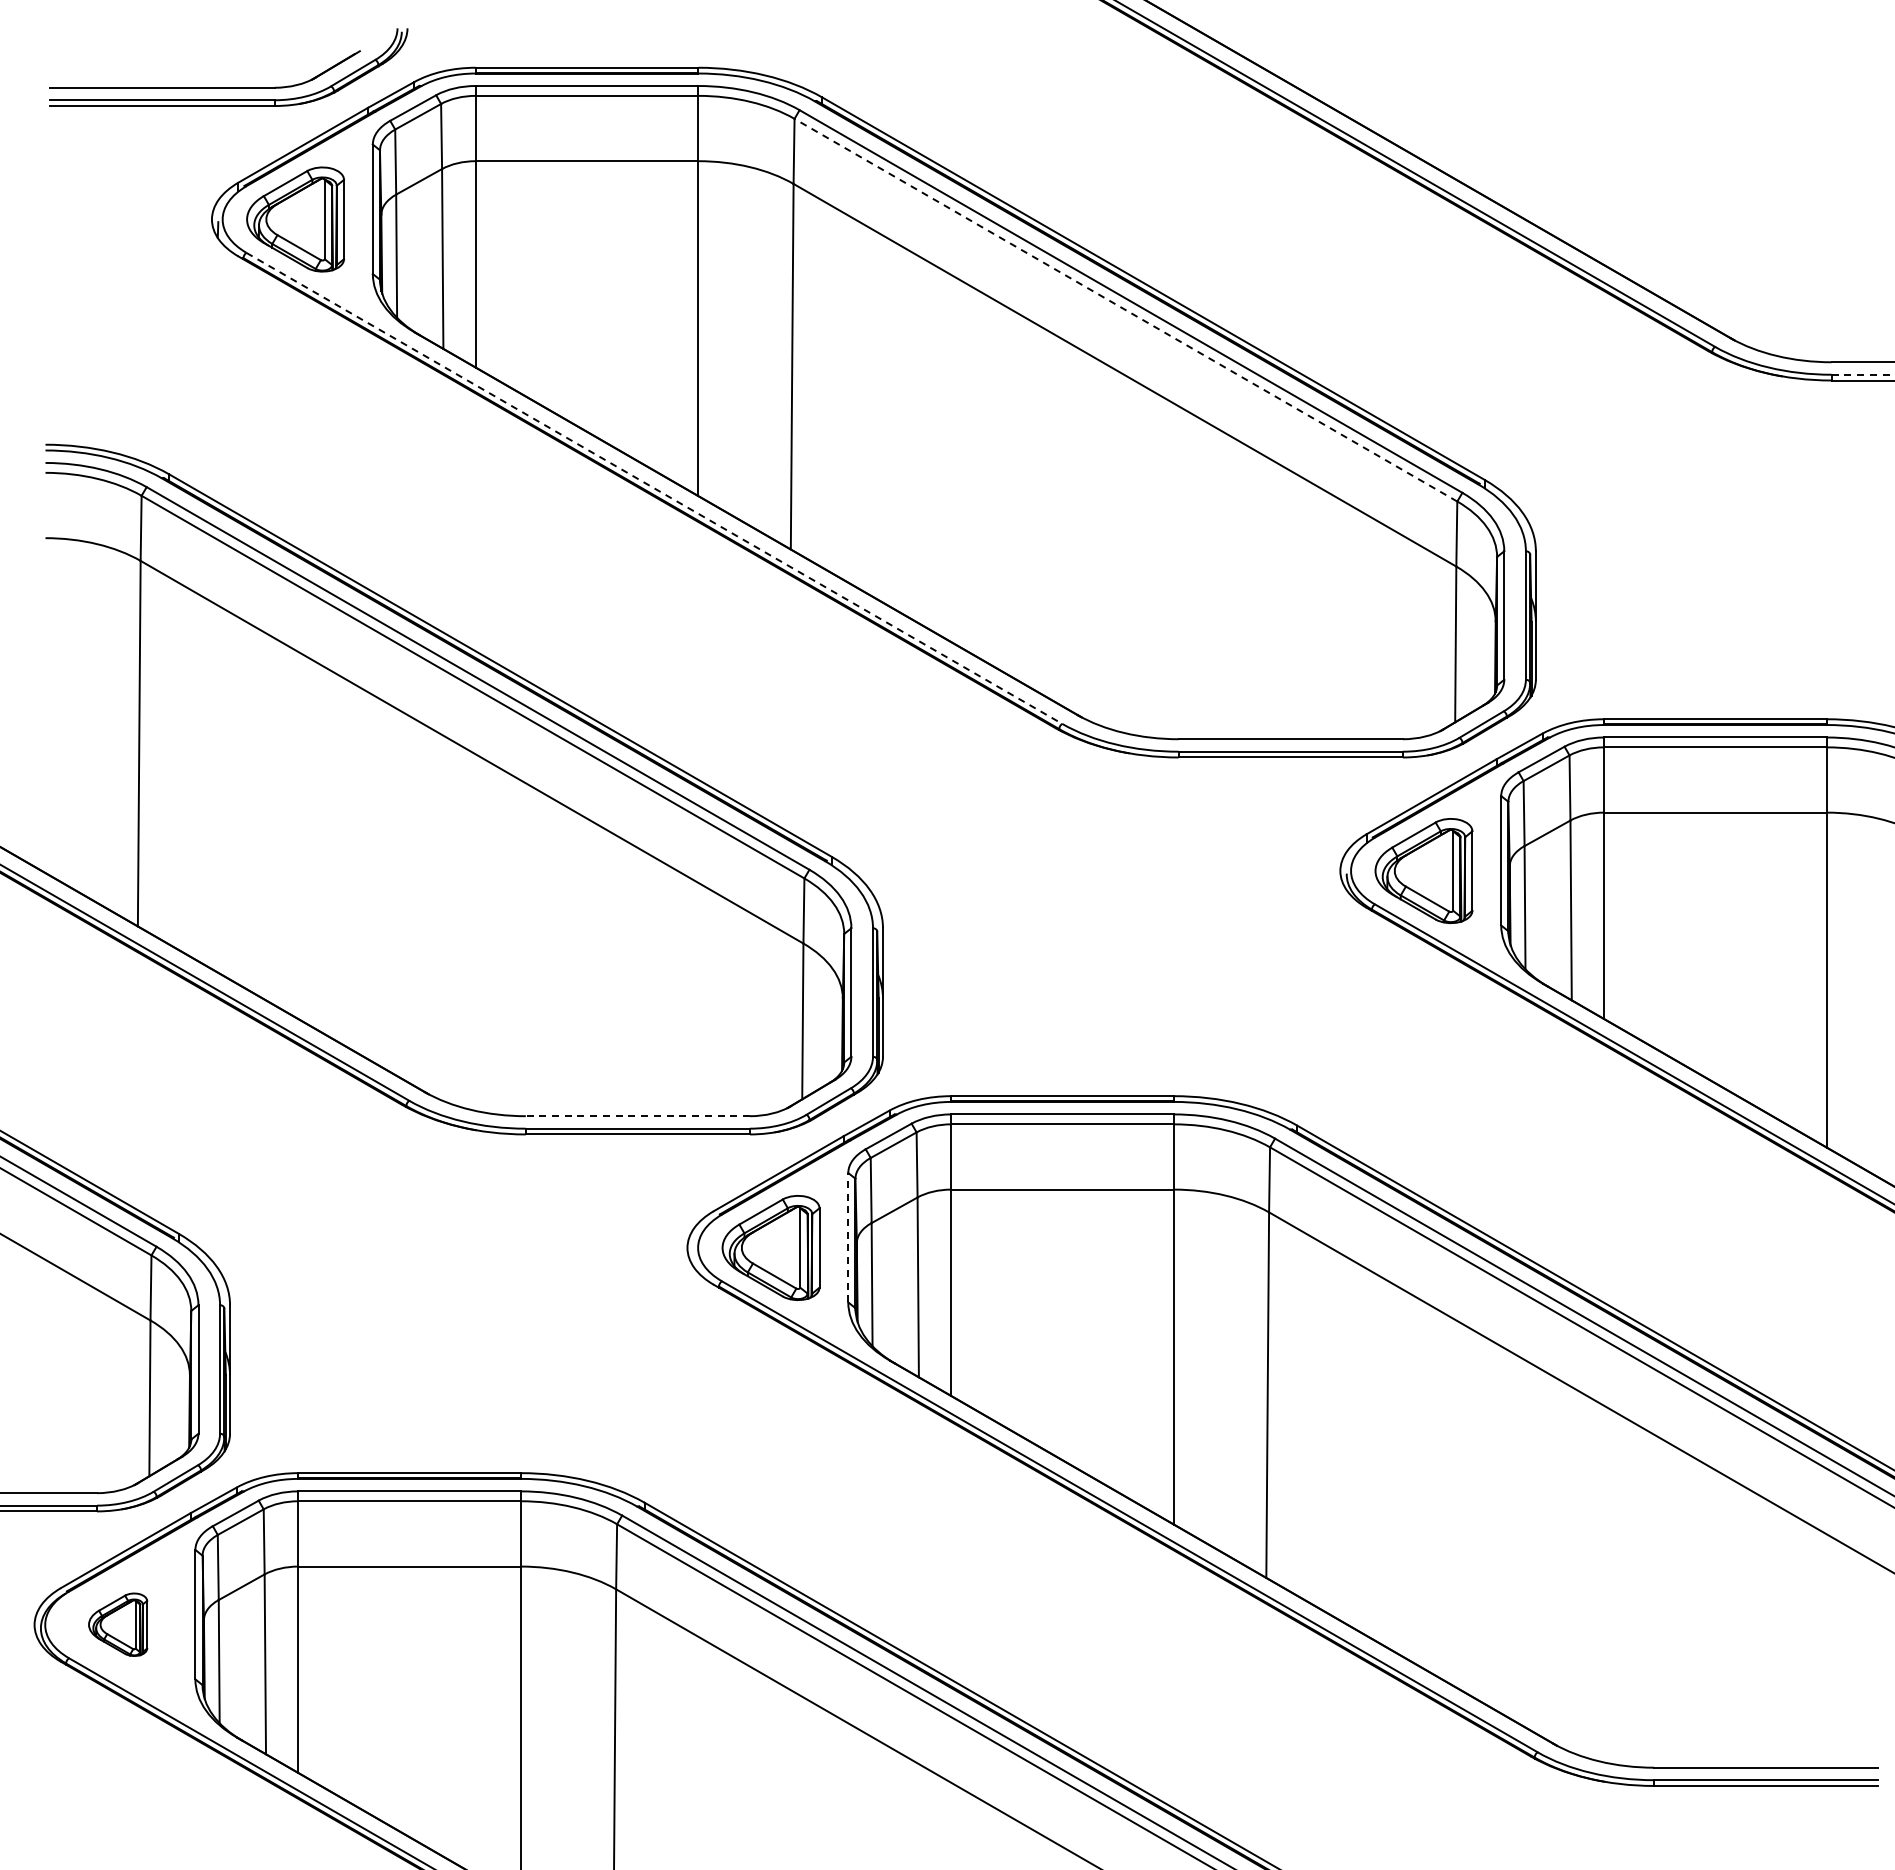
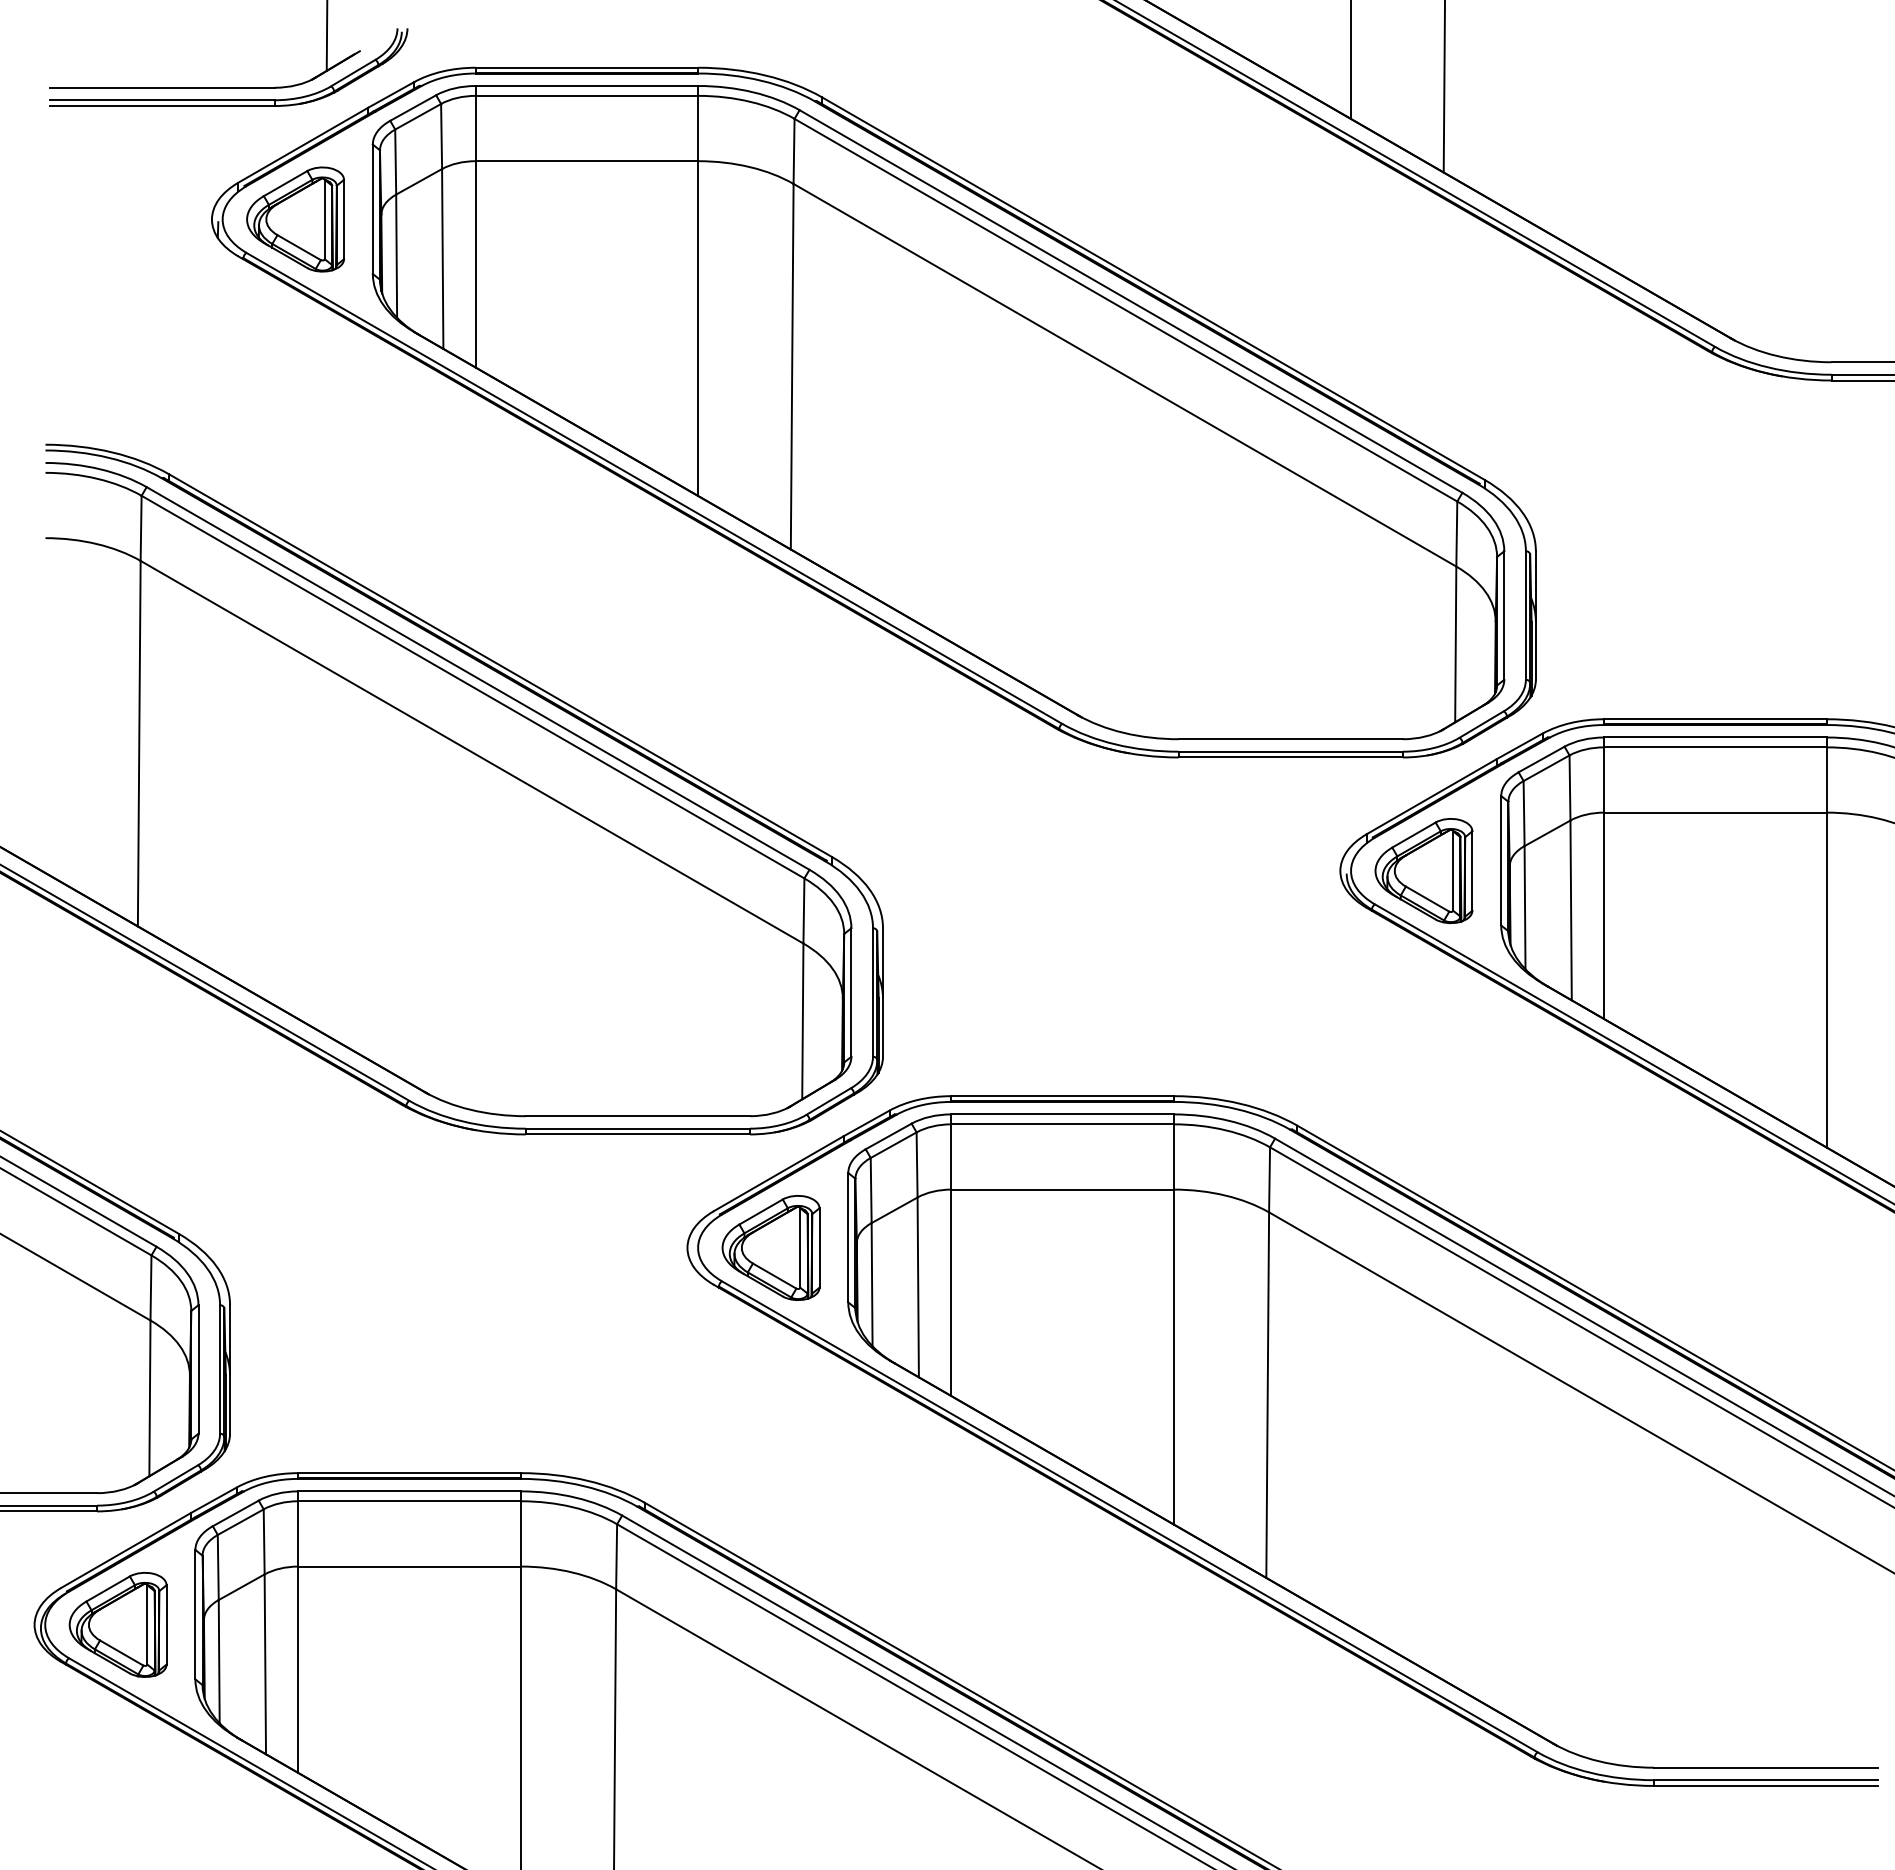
line at (326, 36): none -> present
line at (1351, 60): none -> present
line at (1444, 87): none -> present
line at (1125, 310): dashed -> solid
line at (1863, 374): dashed -> solid
line at (654, 488): dashed -> solid
line at (637, 1116): dashed -> solid
line at (848, 1237): dashed -> solid
part at (118, 1624) size: 61x65 px -> 100x107 px
